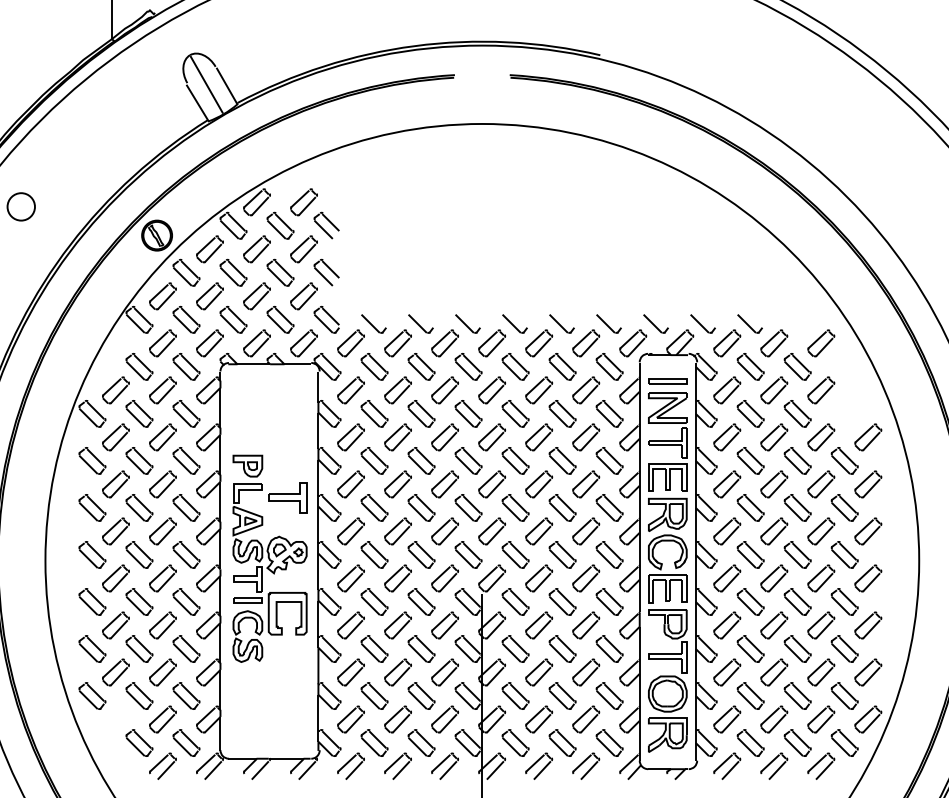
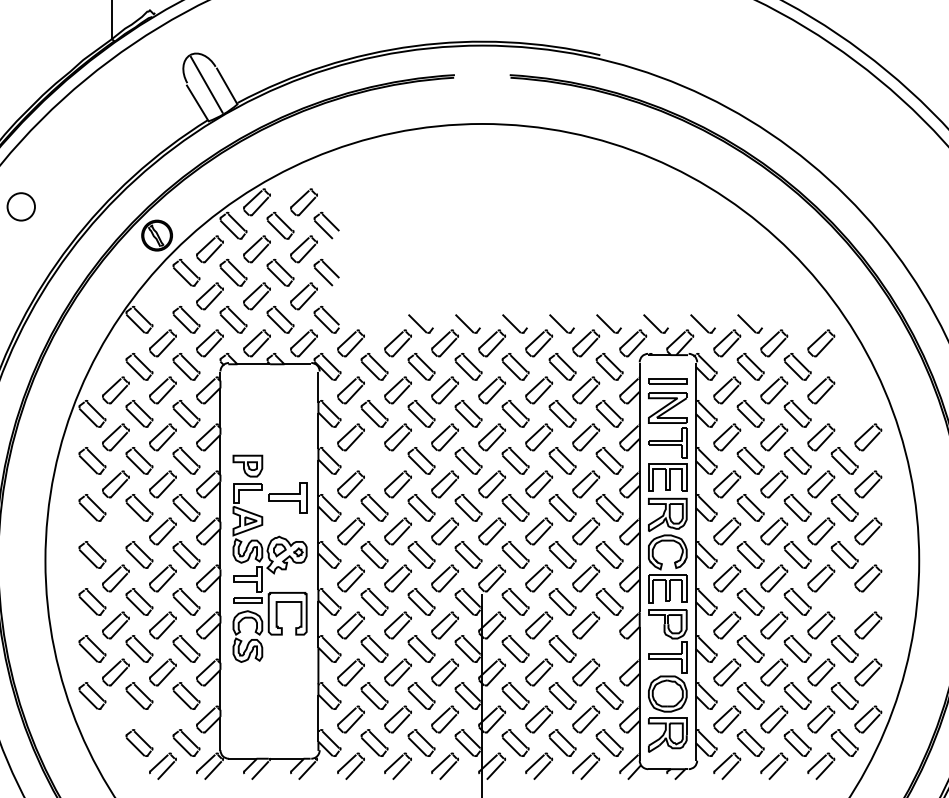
part at (162, 296): present -> none
part at (373, 323): present -> none
part at (374, 460): present -> none
part at (115, 531): present -> none
part at (844, 601): present -> none
part at (609, 648): present -> none
part at (162, 719): present -> none
